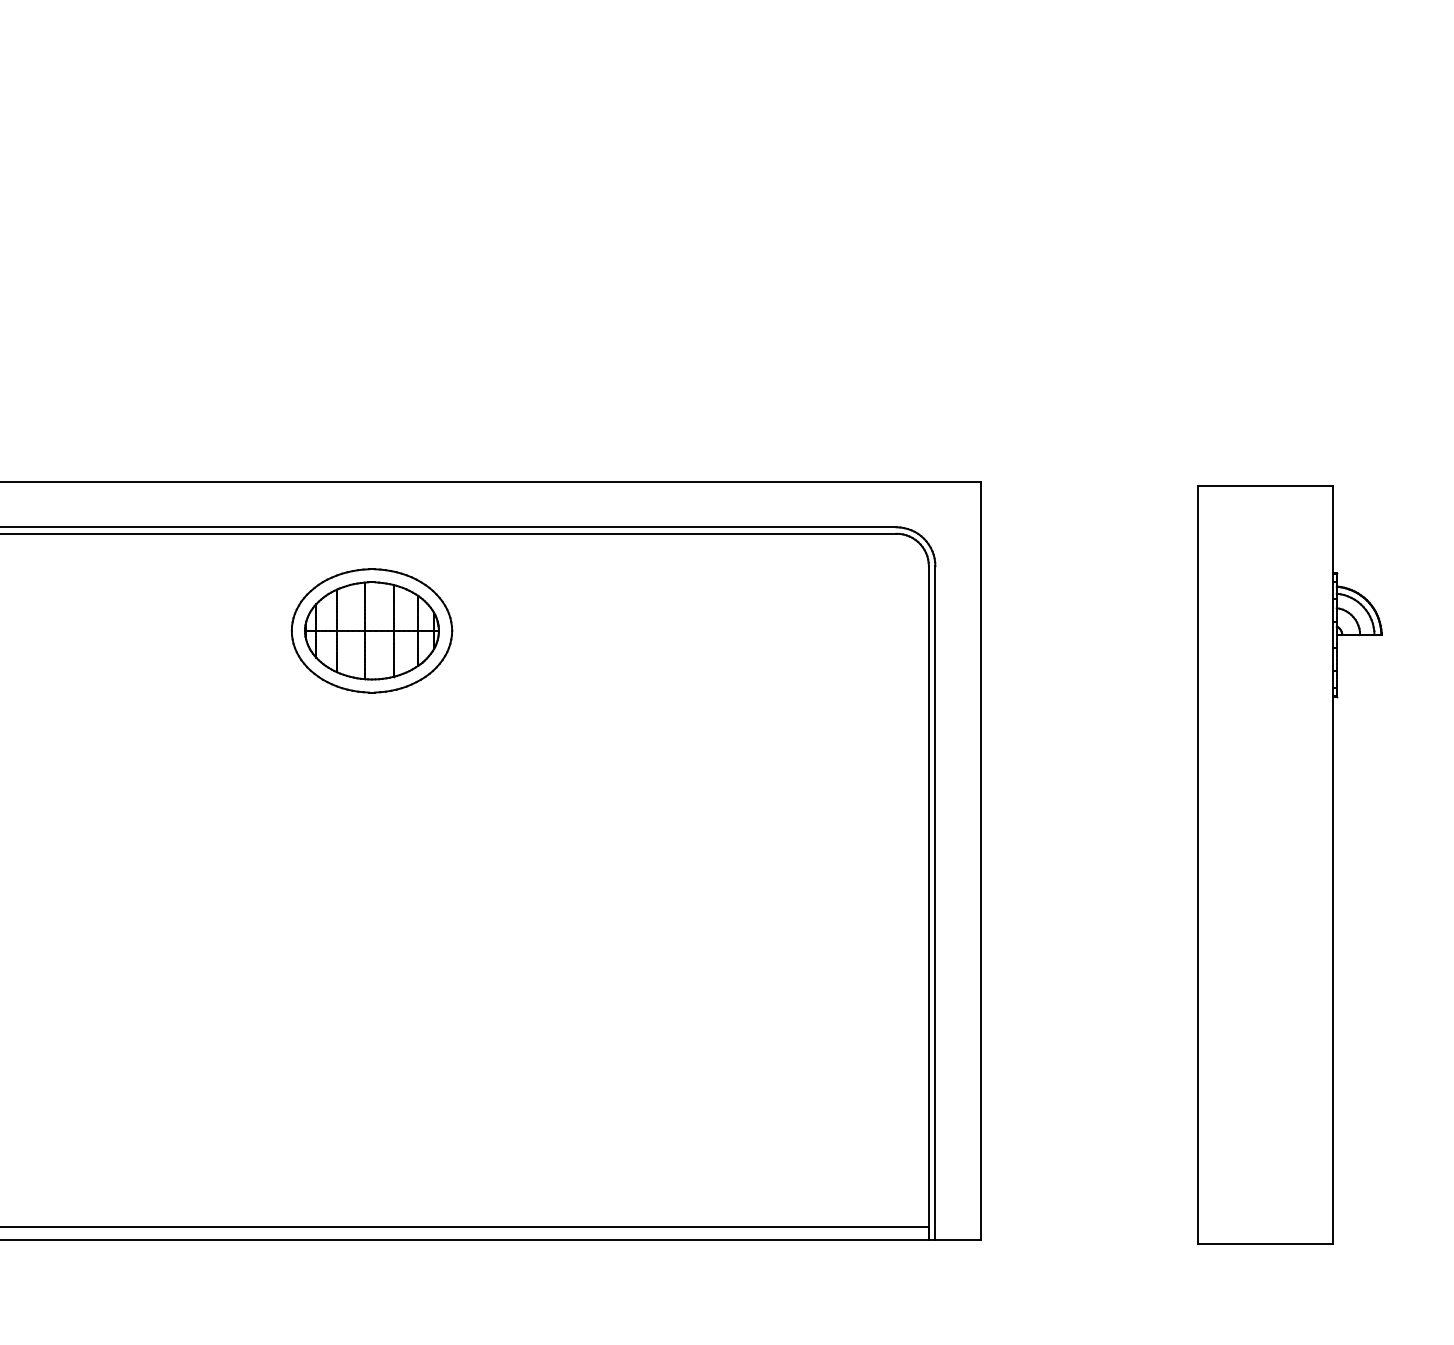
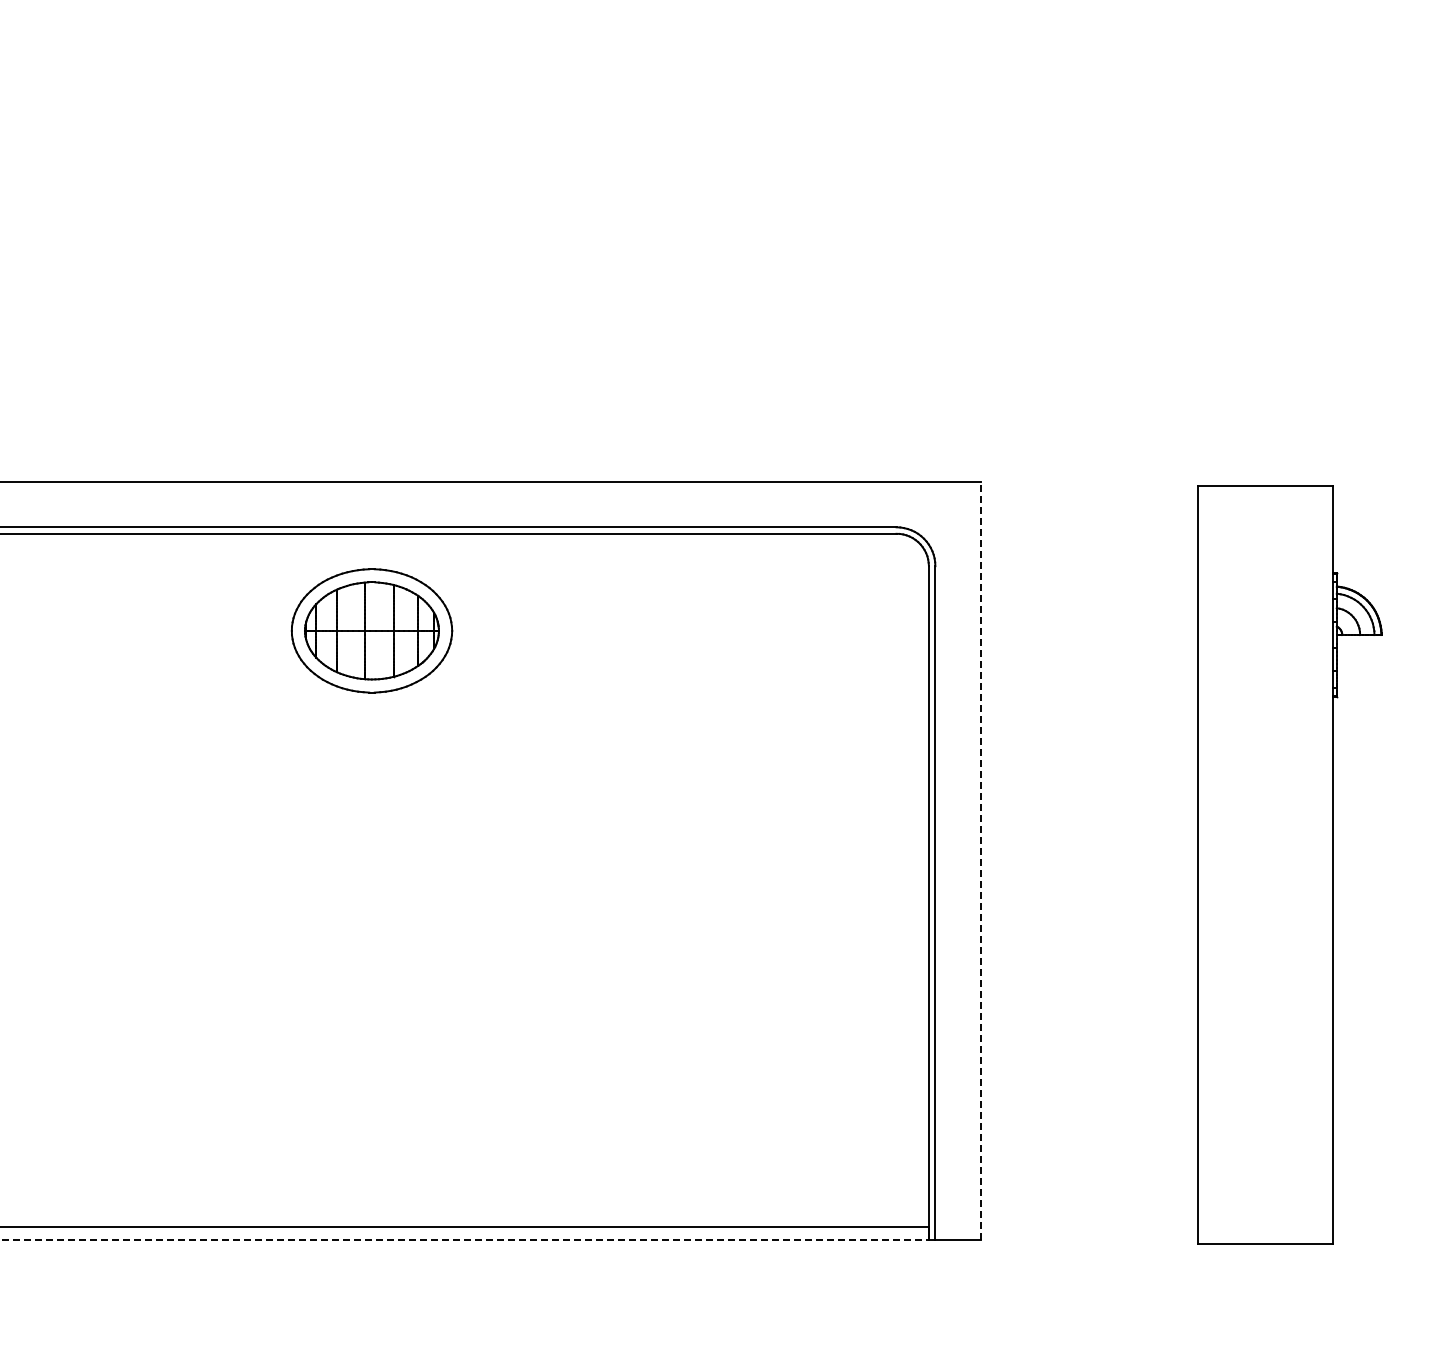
line at (980, 860): solid -> dashed
line at (465, 1239): solid -> dashed
